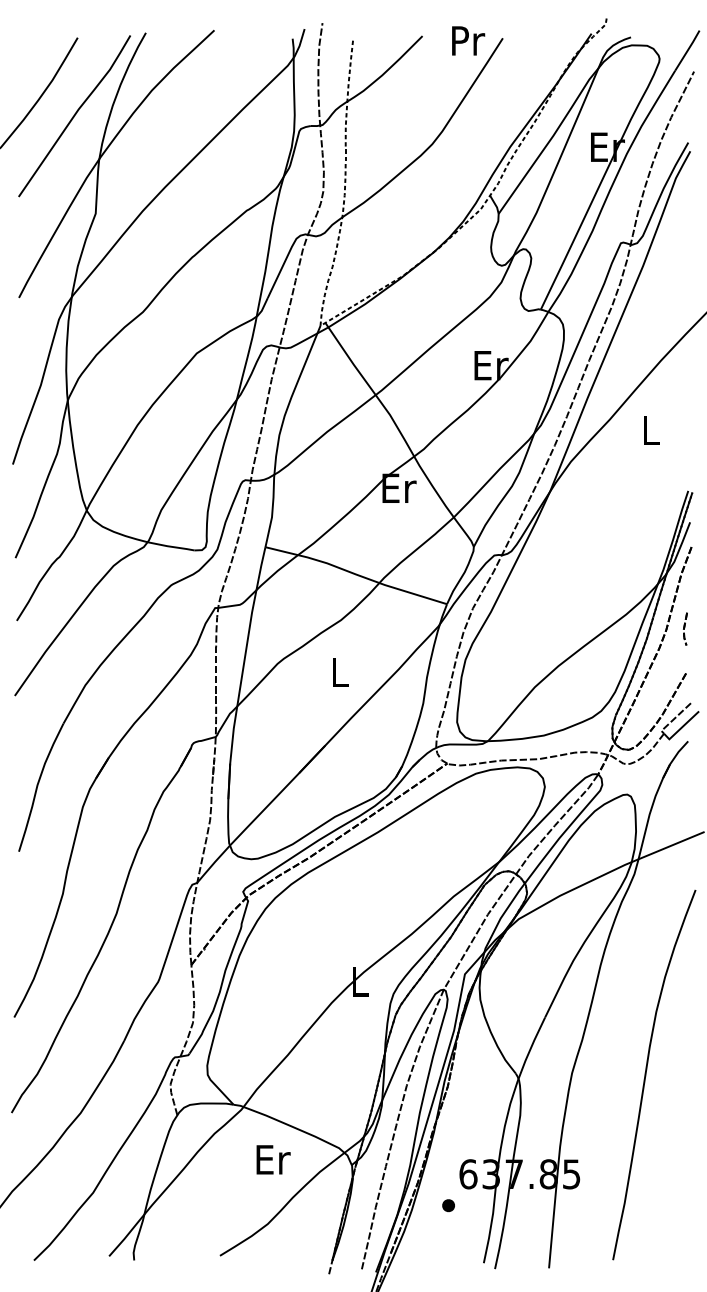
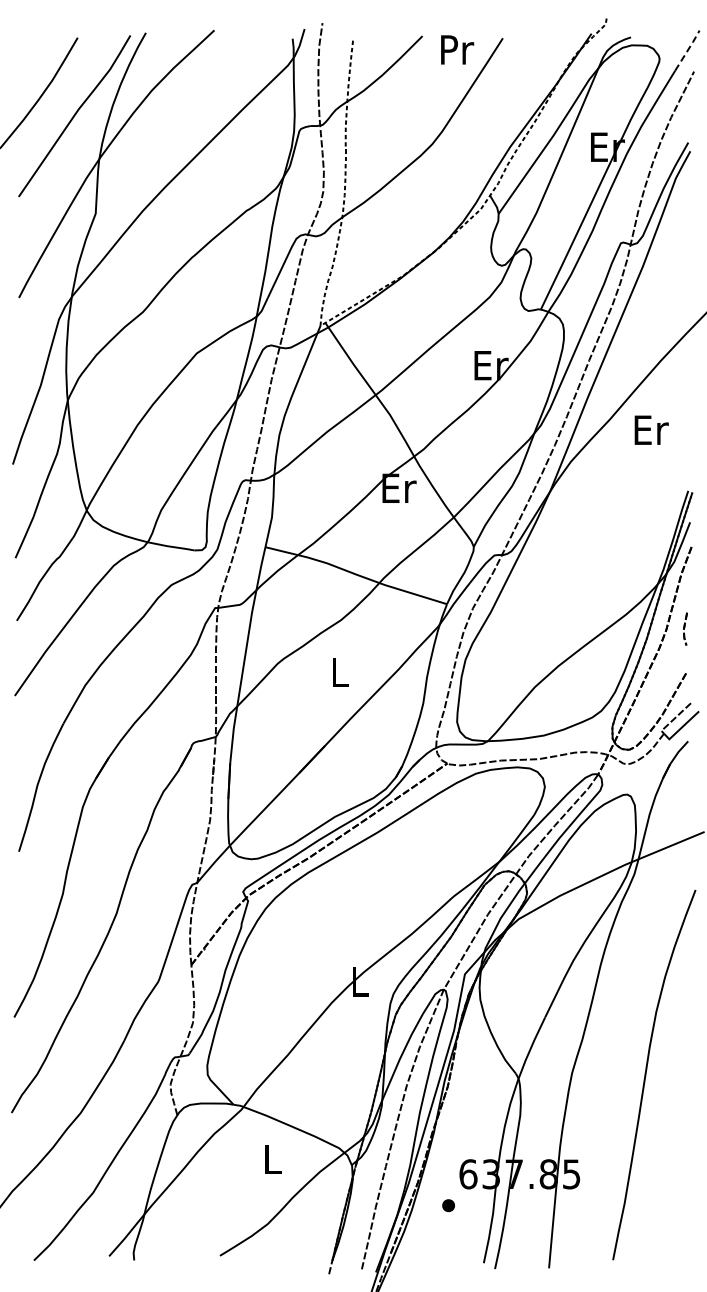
text at (468, 40) position: (468, 40) -> (457, 49)
line at (688, 49): solid -> dashed
text at (651, 429): L -> Er
text at (273, 1159): Er -> L
